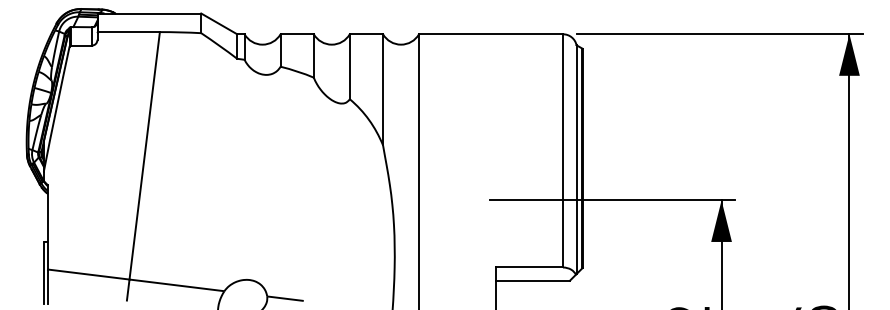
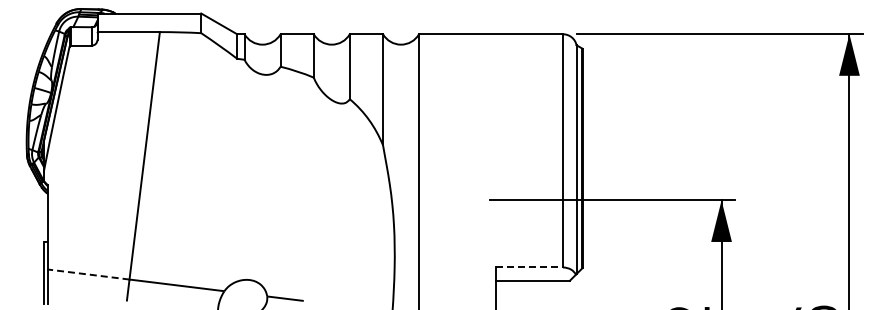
line at (529, 267): solid -> dashed
line at (88, 274): solid -> dashed
